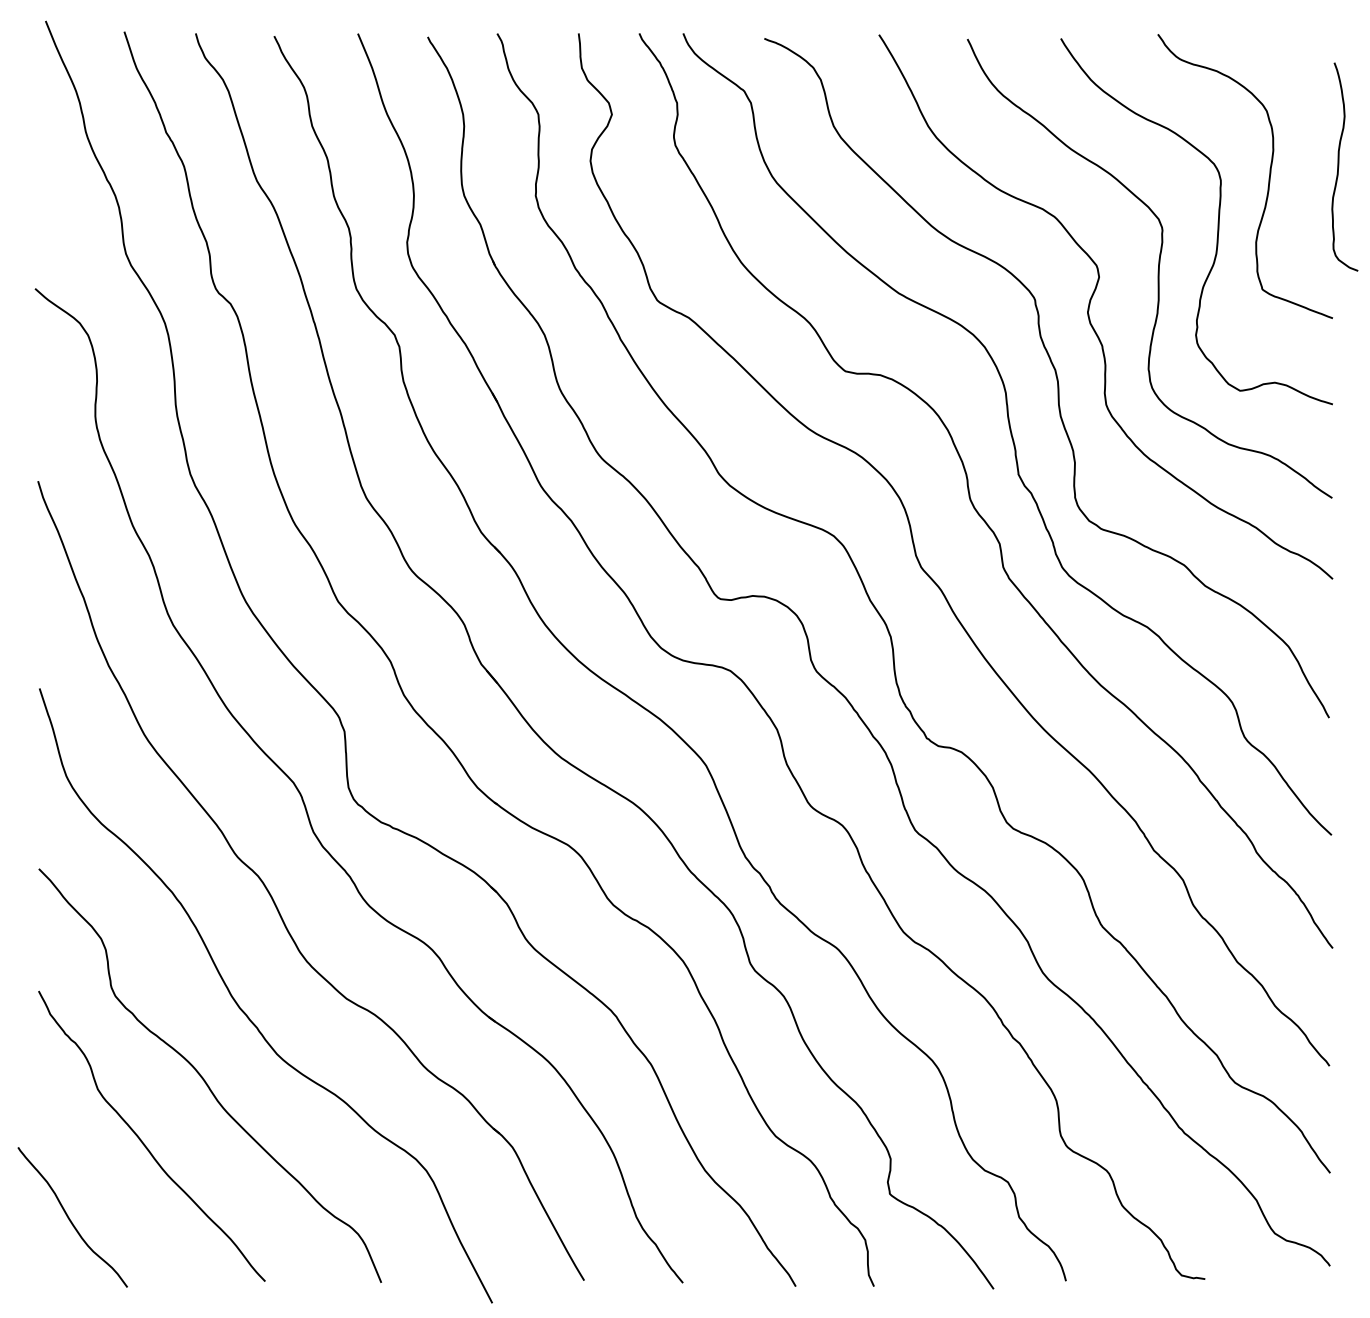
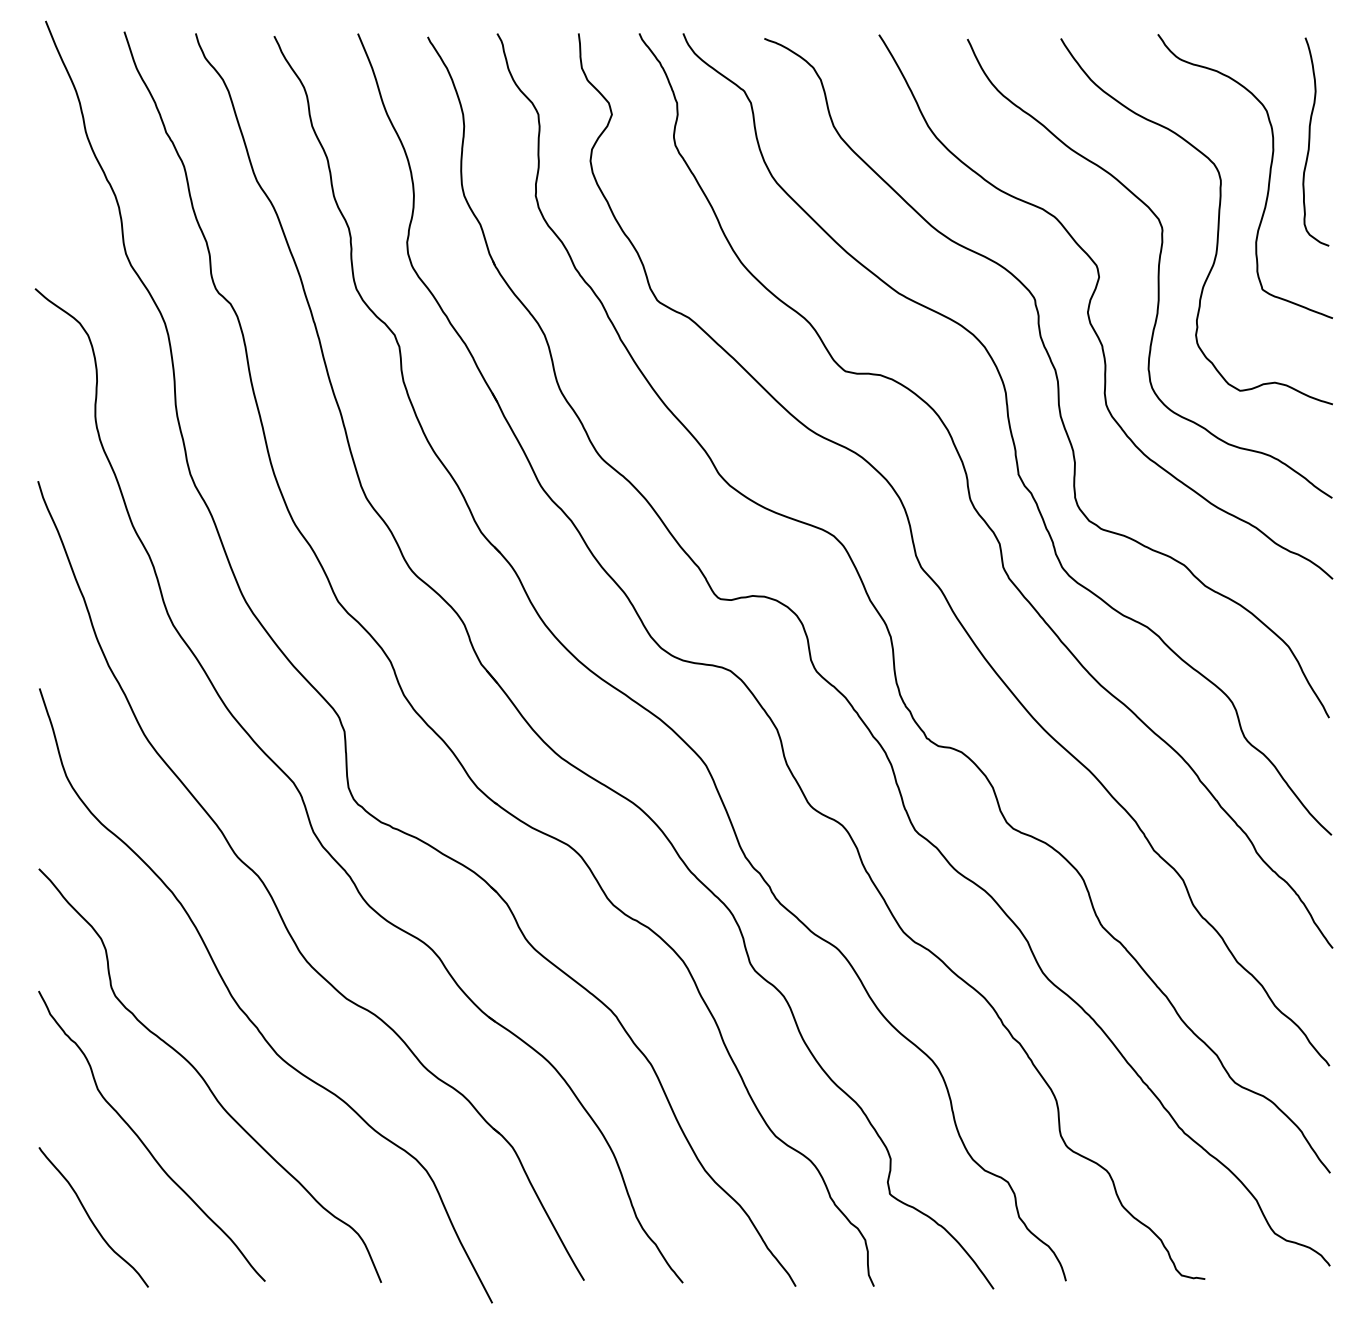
curve at (1339, 166) position: (1339, 166) -> (1310, 141)
curve at (70, 1219) position: (70, 1219) -> (91, 1219)
